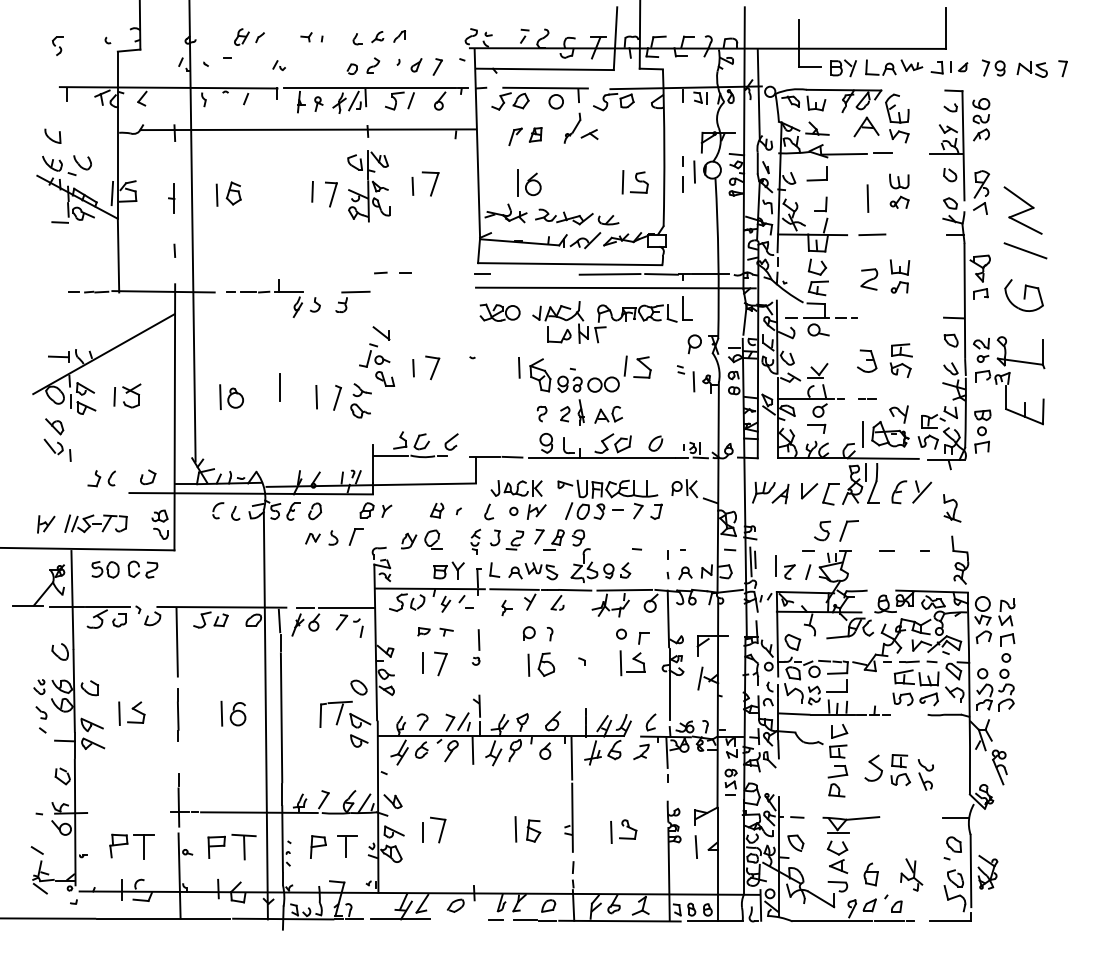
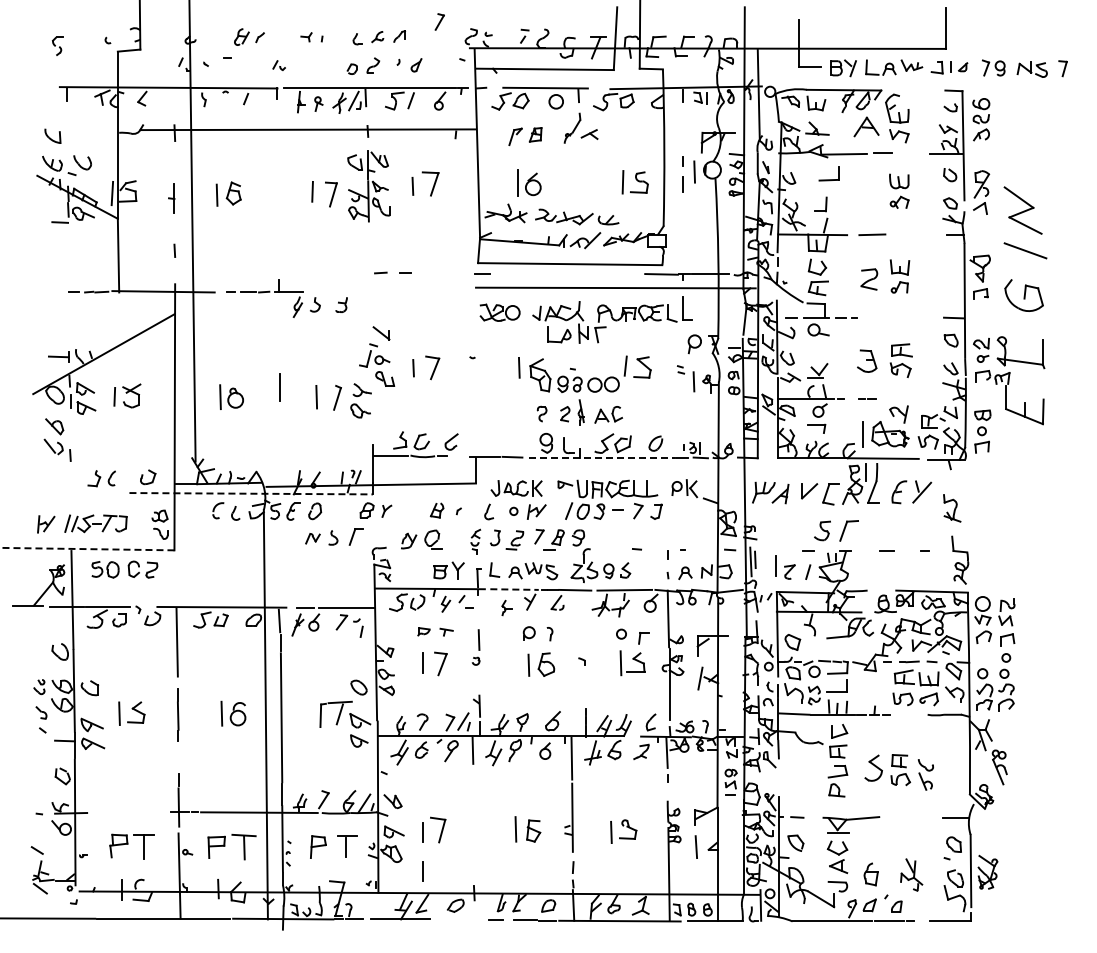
part at (437, 66) position: (437, 66) -> (439, 21)
part at (816, 173) position: (816, 173) -> (828, 173)
line at (867, 198): present -> none
line at (609, 274): present -> none
line at (355, 291): present -> none
line at (601, 457): solid -> dashed
line at (251, 493): solid -> dashed
line at (86, 549): solid -> dashed
line at (515, 589): solid -> dashed
line at (422, 871): none -> present
